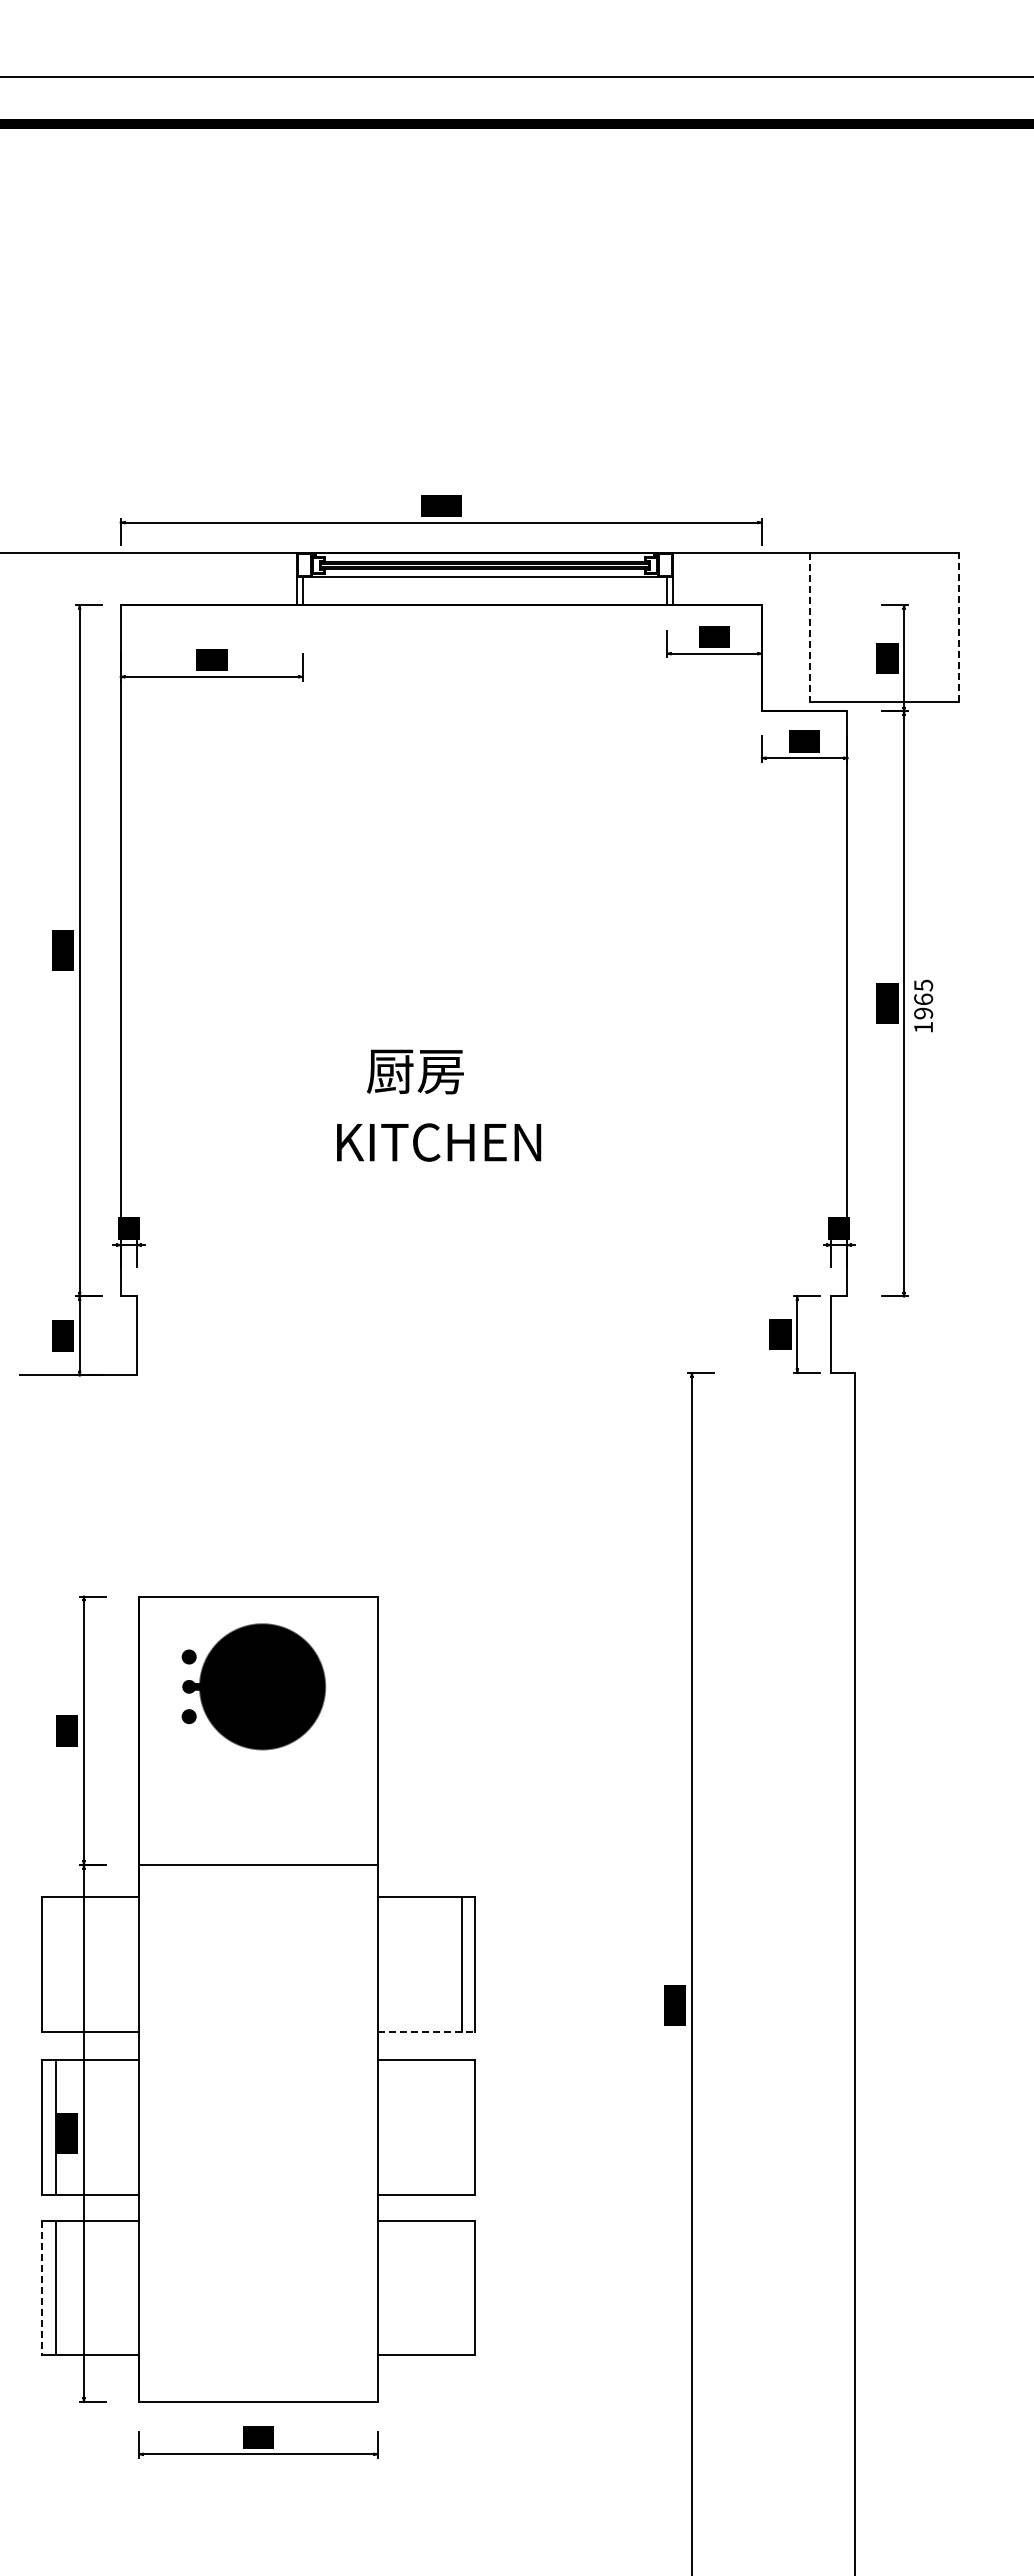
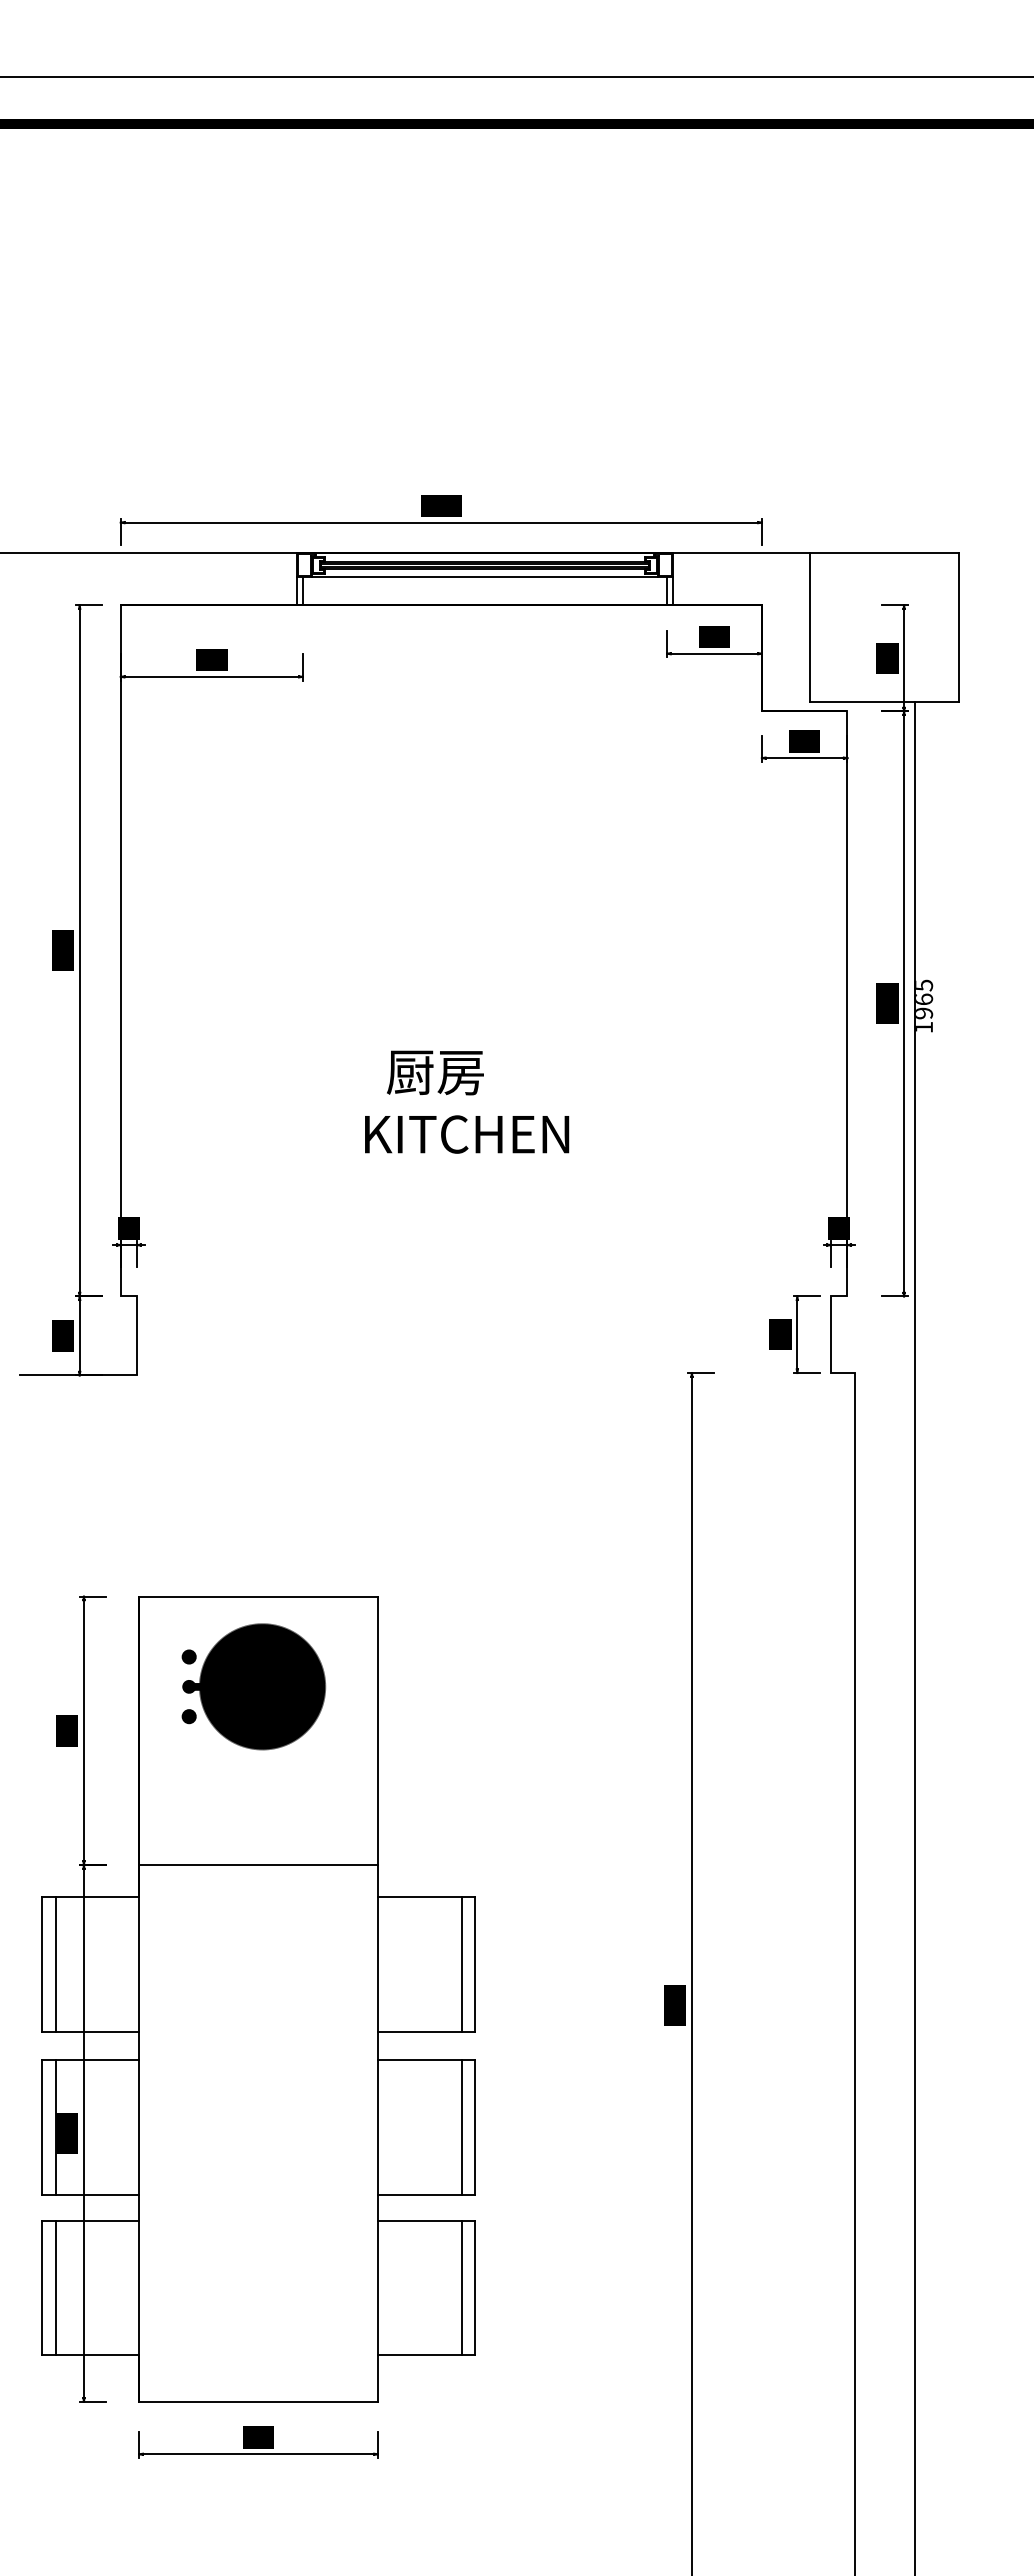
line at (810, 627): dashed -> solid
line at (959, 627): dashed -> solid
text at (415, 1071) position: (415, 1071) -> (435, 1072)
text at (439, 1142) position: (439, 1142) -> (467, 1134)
line at (914, 1637): none -> present
line at (55, 1964): none -> present
line at (426, 2031): dashed -> solid
line at (461, 2127): none -> present
line at (461, 2287): none -> present
line at (42, 2288): dashed -> solid
